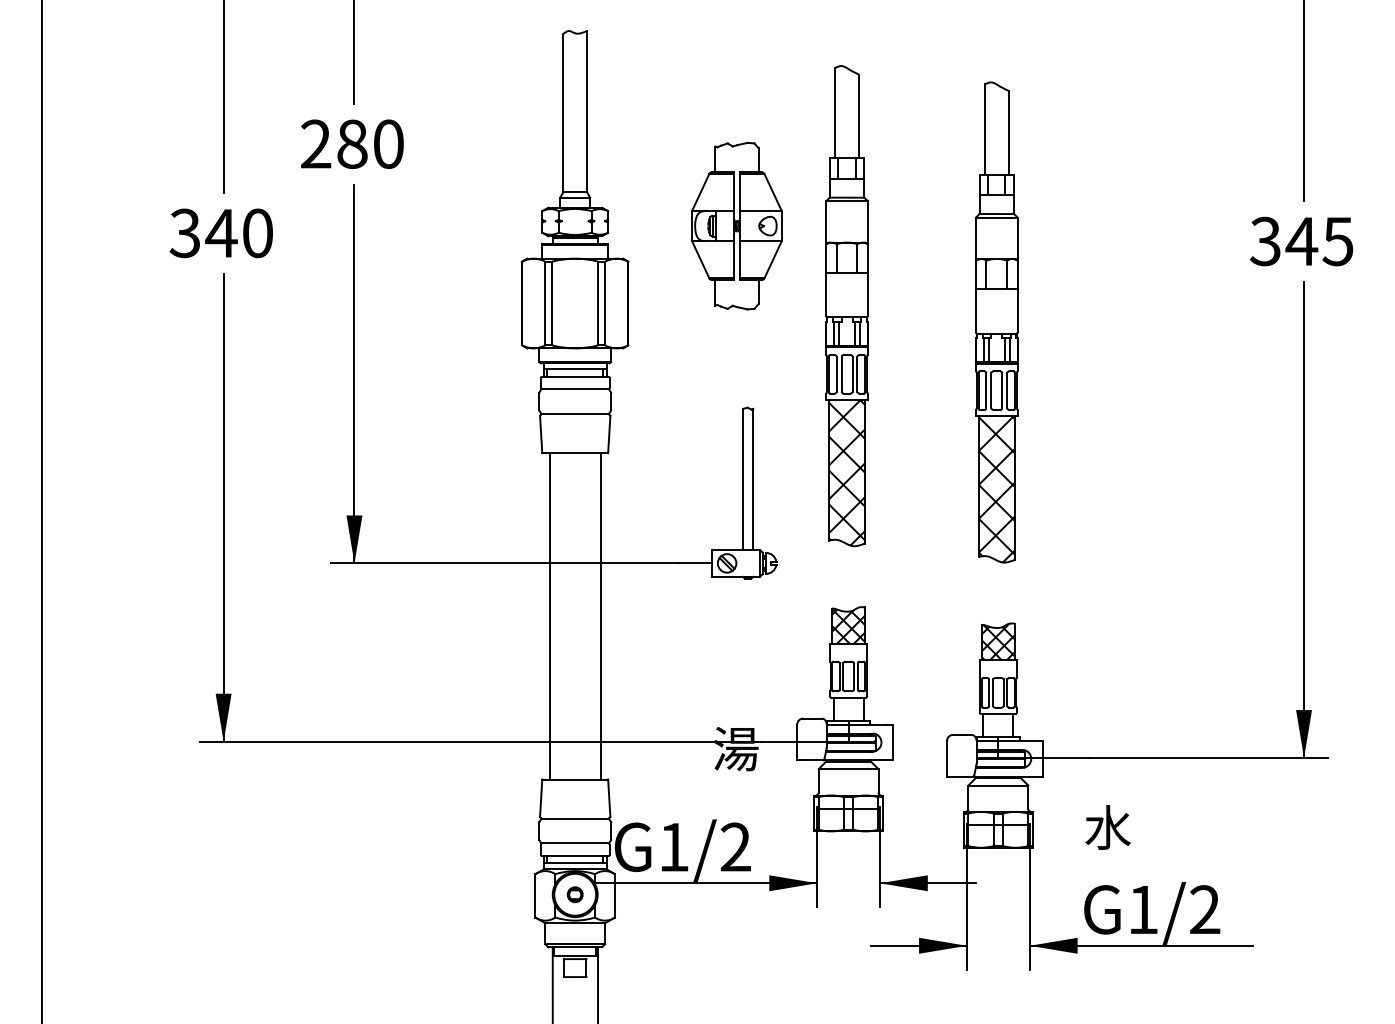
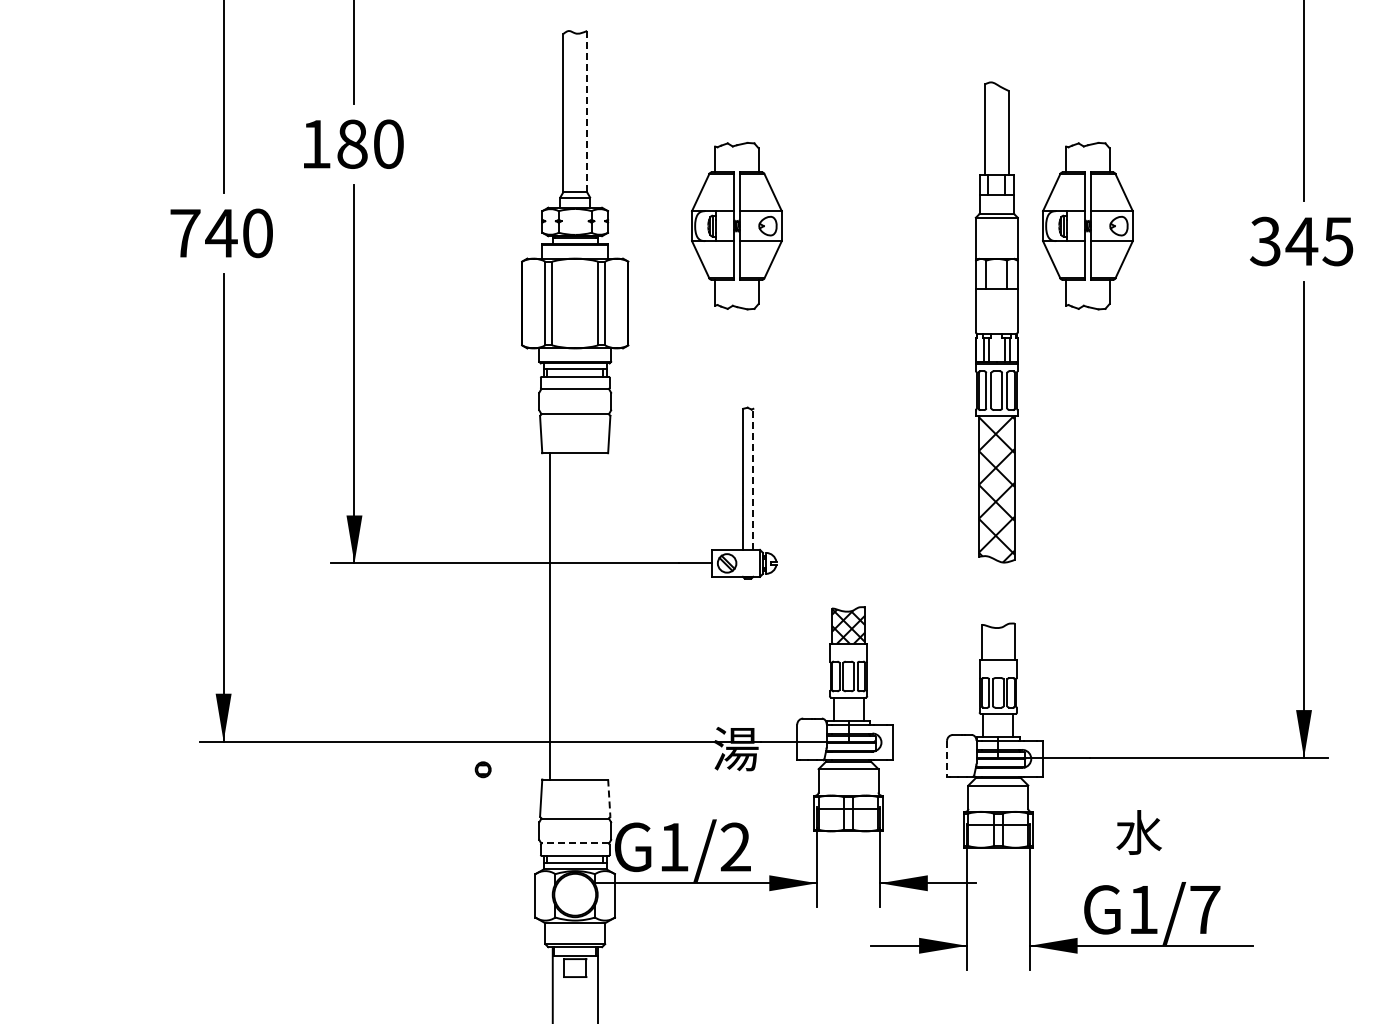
line at (587, 111): solid -> dashed
text at (316, 143): 280 -> 180
part at (1087, 225): none -> present
text at (184, 233): 340 -> 740
part at (847, 306): present -> none
line at (753, 479): solid -> dashed
line at (41, 511): present -> none
line at (600, 616): present -> none
hatch at (997, 641): present -> none
line at (947, 758): solid -> dashed
line at (609, 798): solid -> dashed
text at (1107, 827) position: (1107, 827) -> (1138, 832)
line at (574, 843): solid -> dashed
part at (574, 894) position: (574, 894) -> (482, 769)
text at (1205, 909): G1/2 -> G1/7
